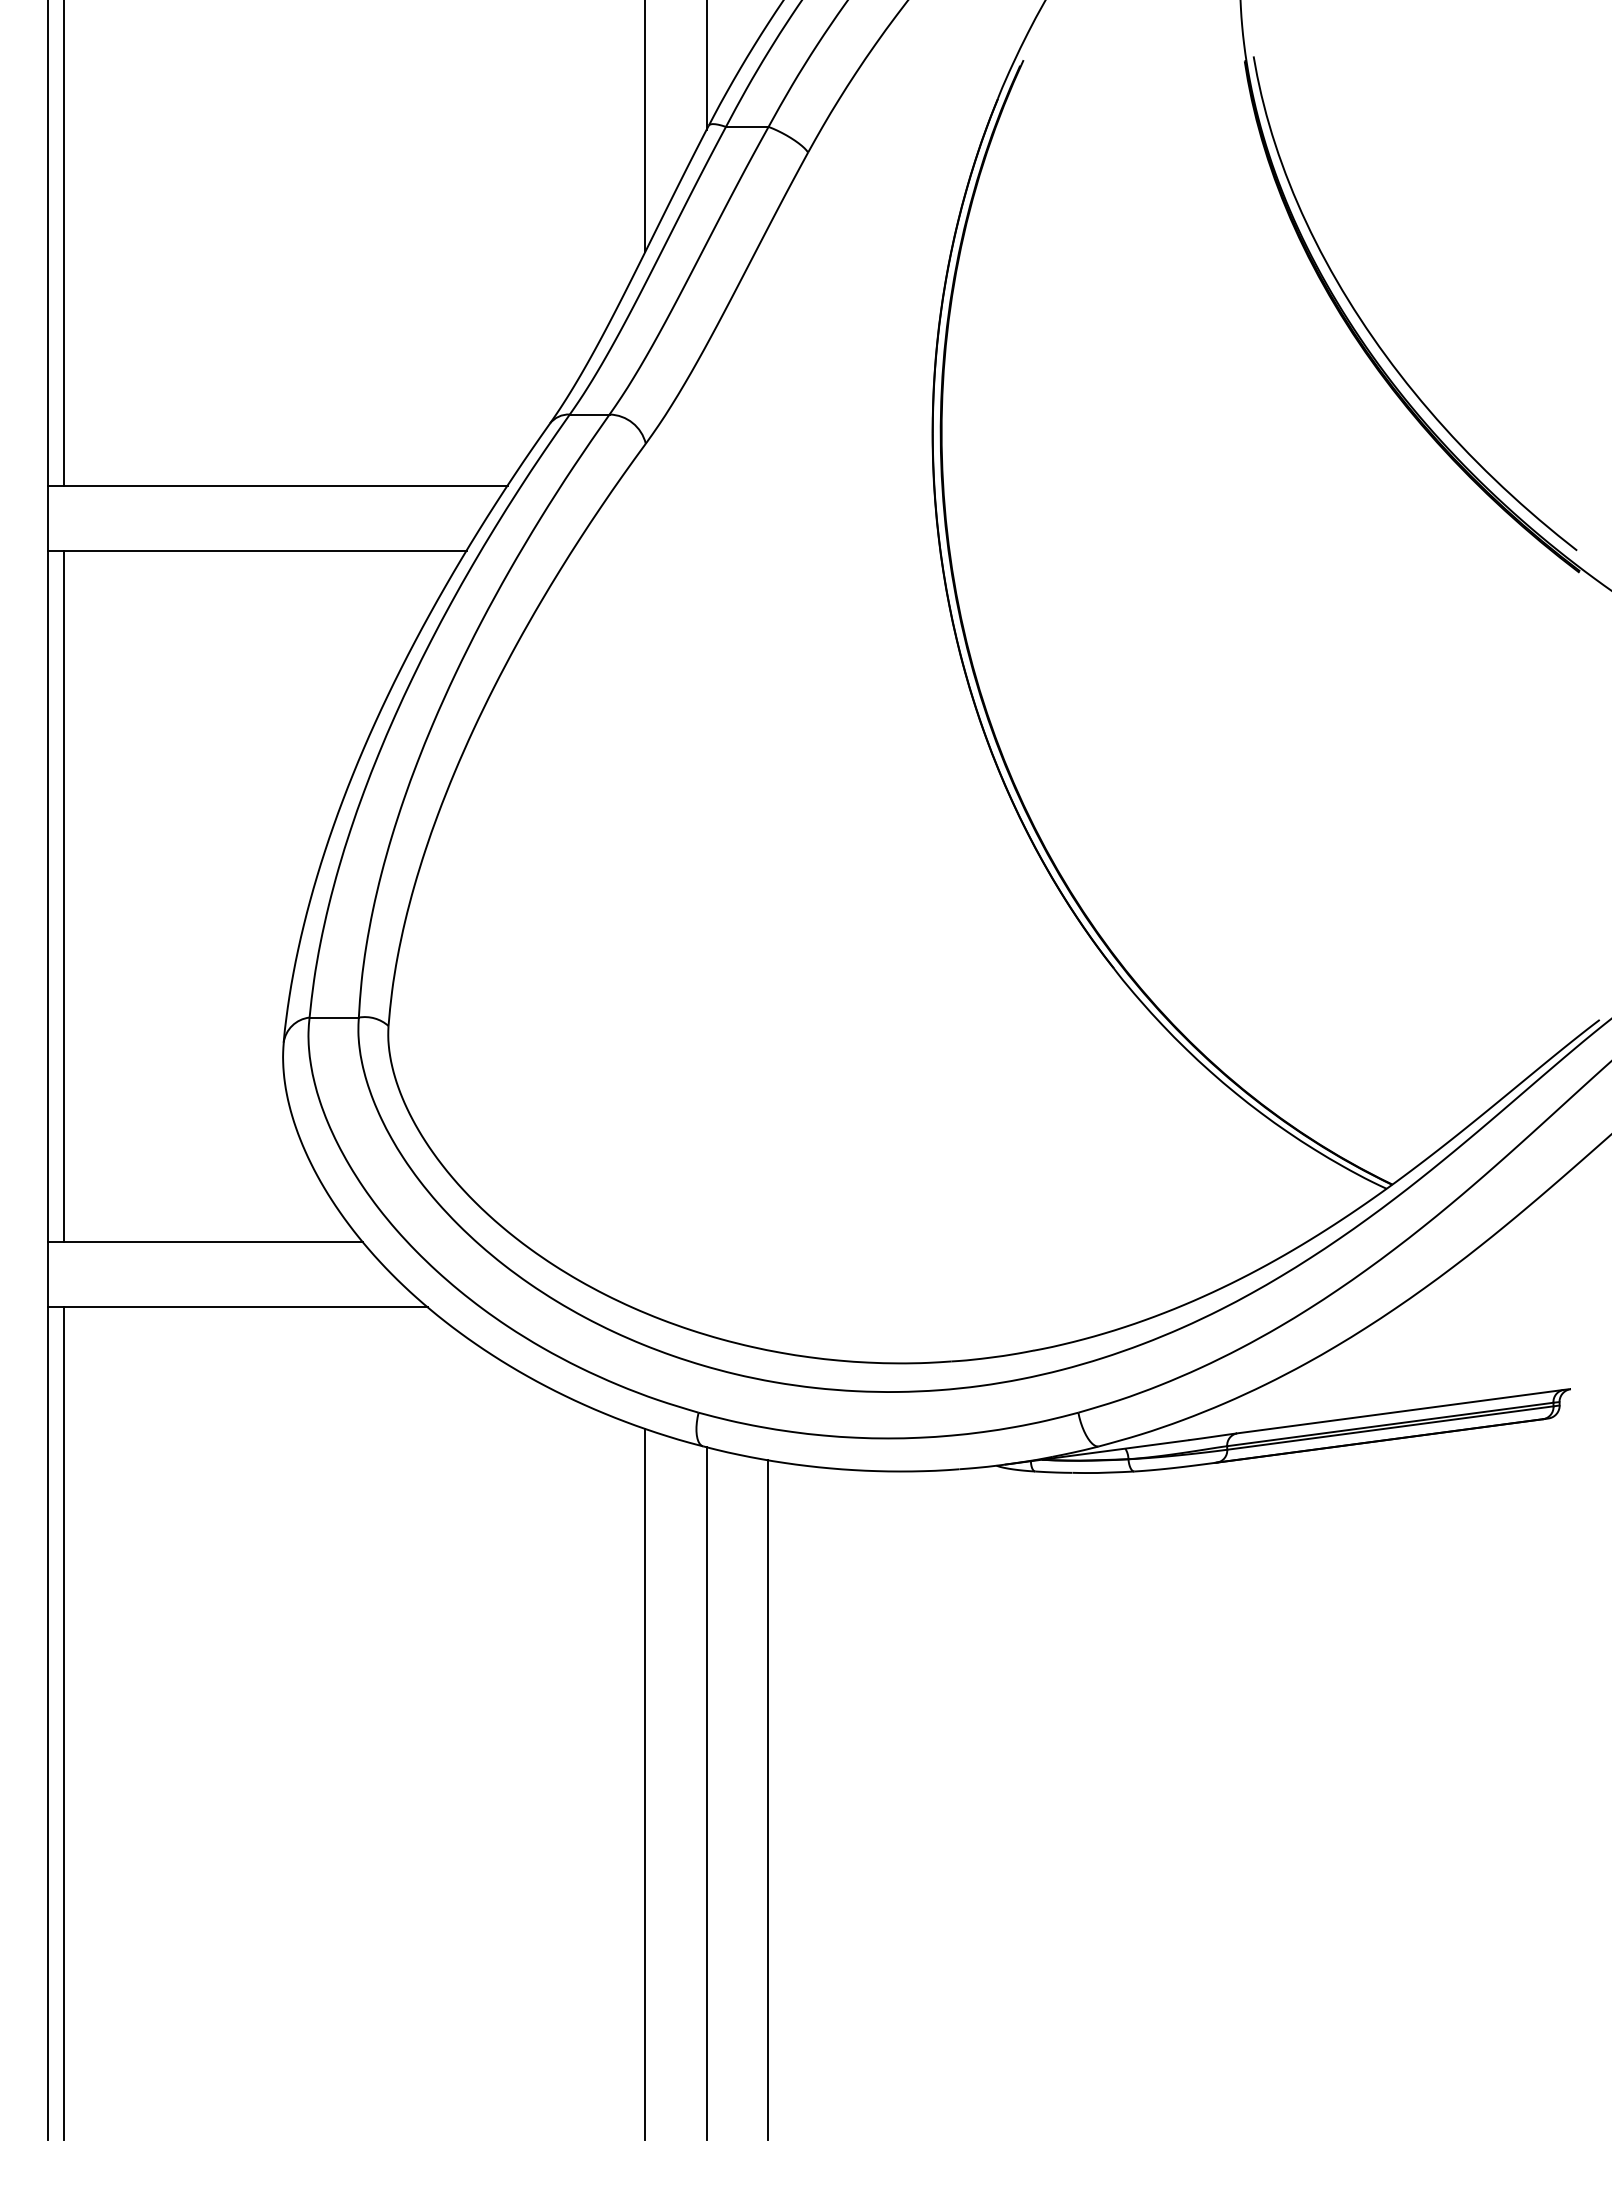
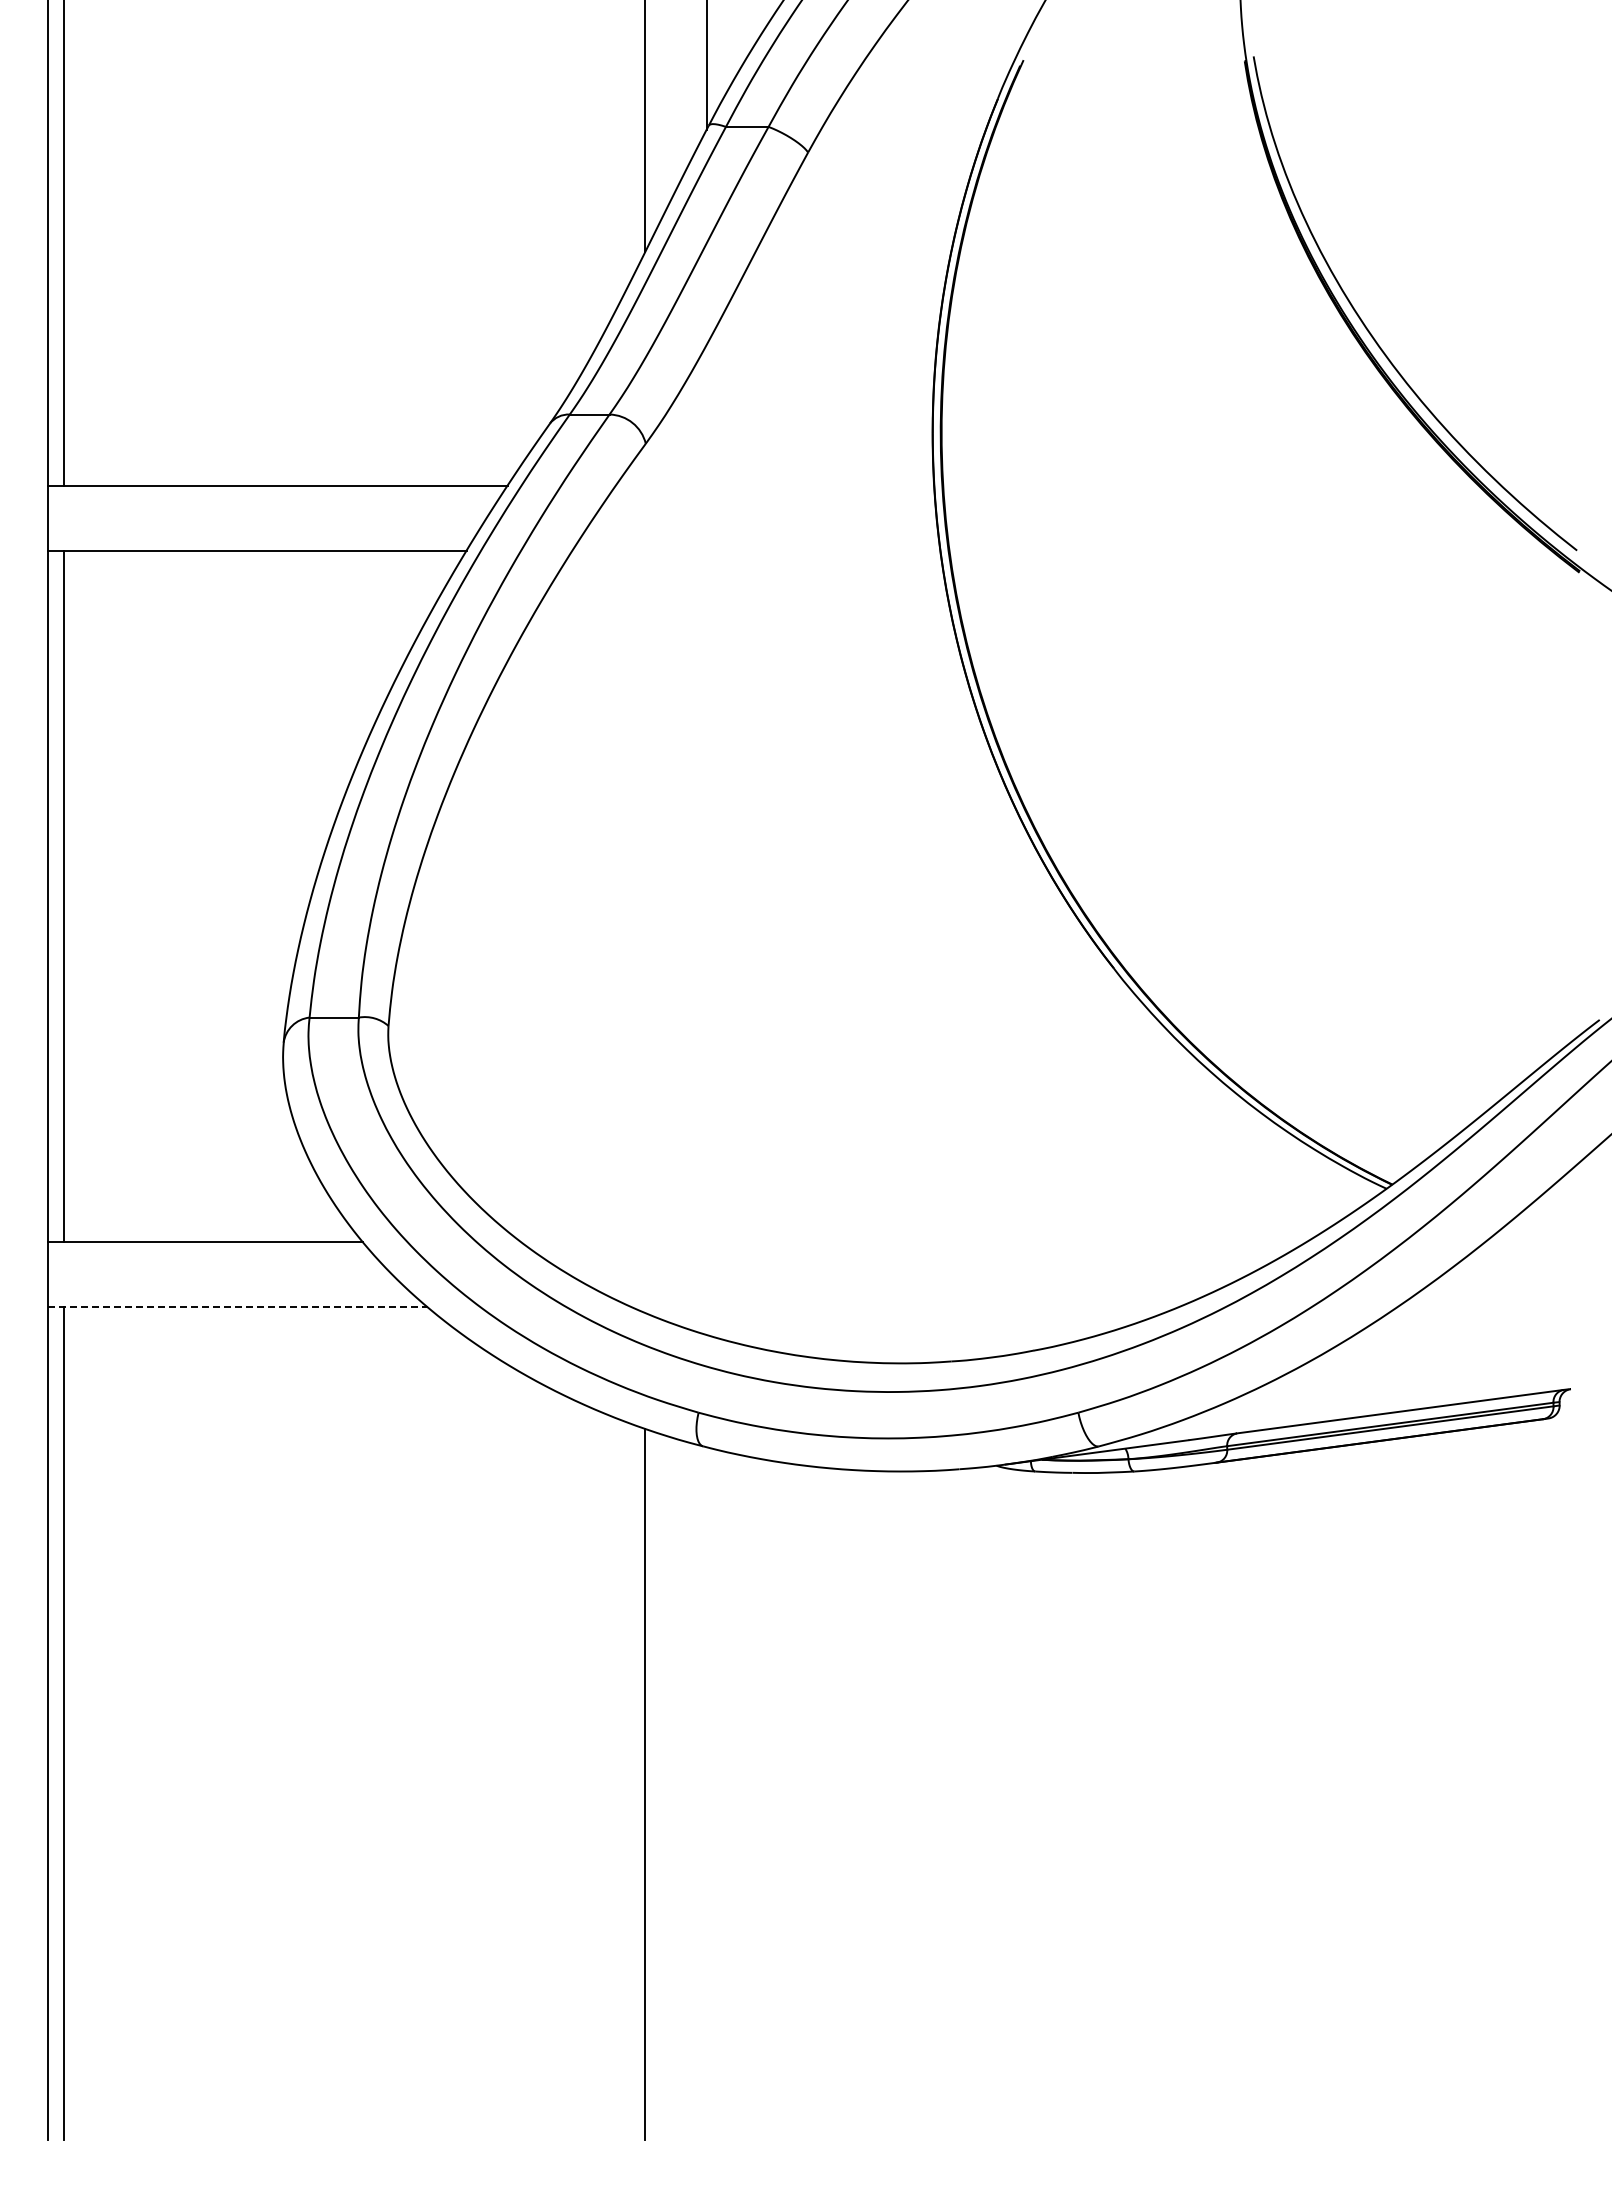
line at (238, 1307): solid -> dashed
line at (706, 1793): present -> none
line at (767, 1799): present -> none
